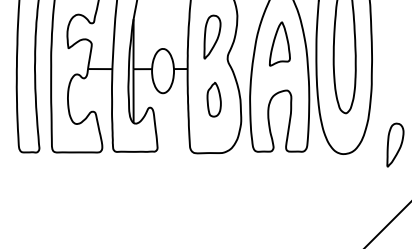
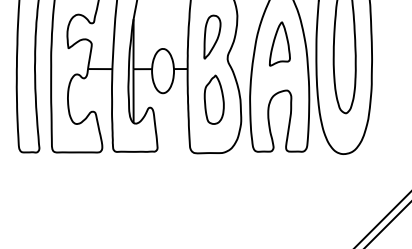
part at (213, 99) size: 16x36 px -> 22x51 px
part at (395, 144): present -> none
line at (382, 219): none -> present
